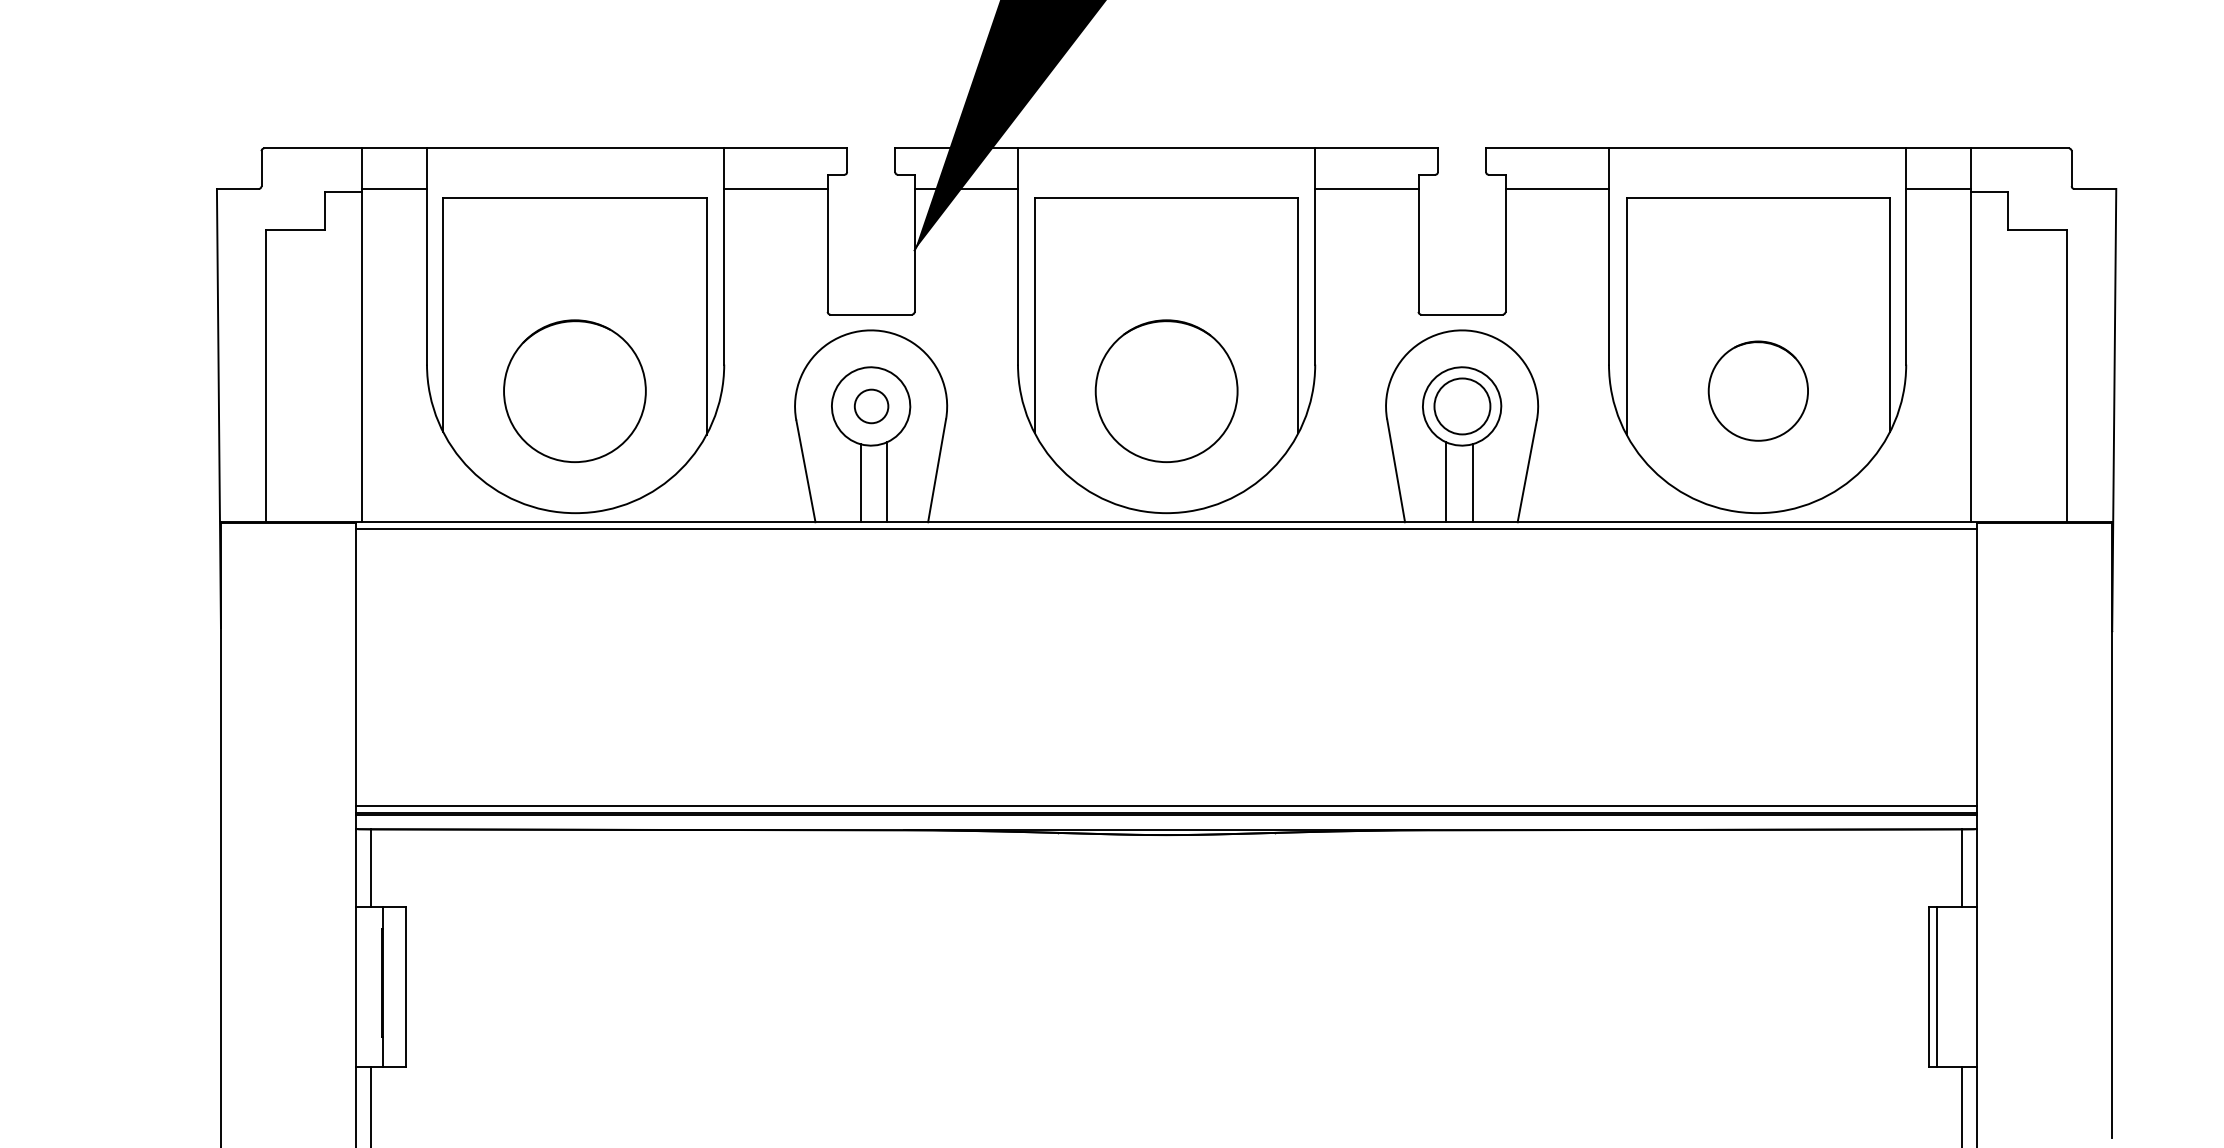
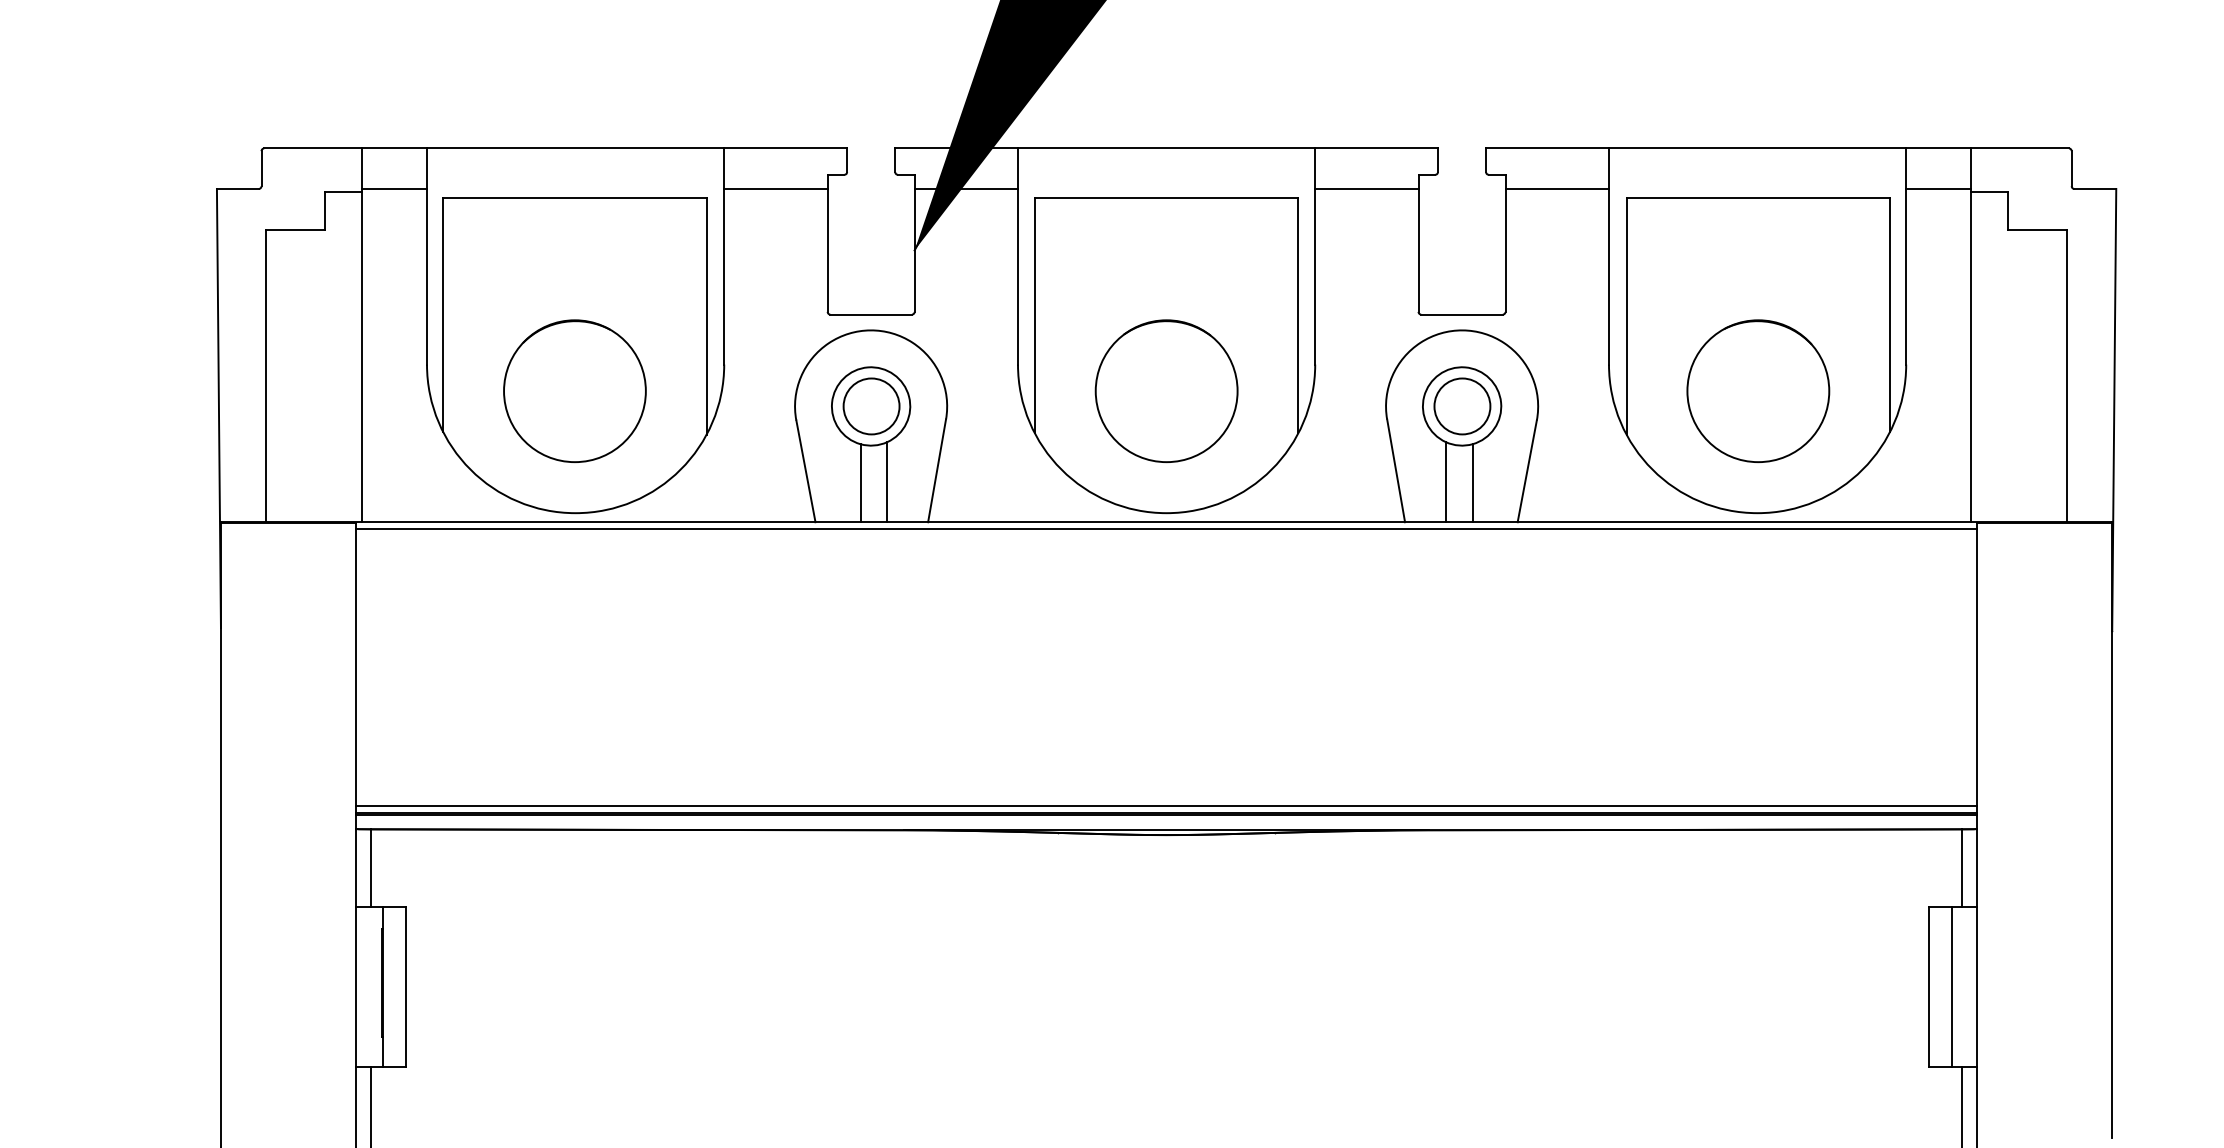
part at (1757, 390) size: 102x102 px -> 145x144 px
circle at (871, 406) diameter: 34 px -> 56 px
line at (1936, 986) position: (1936, 986) -> (1951, 986)
